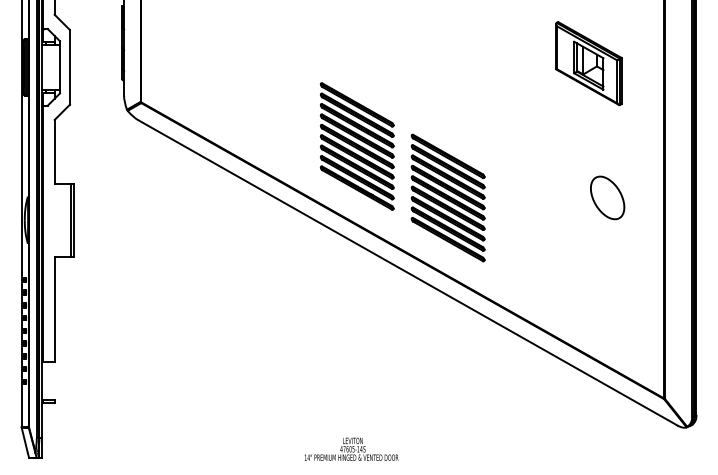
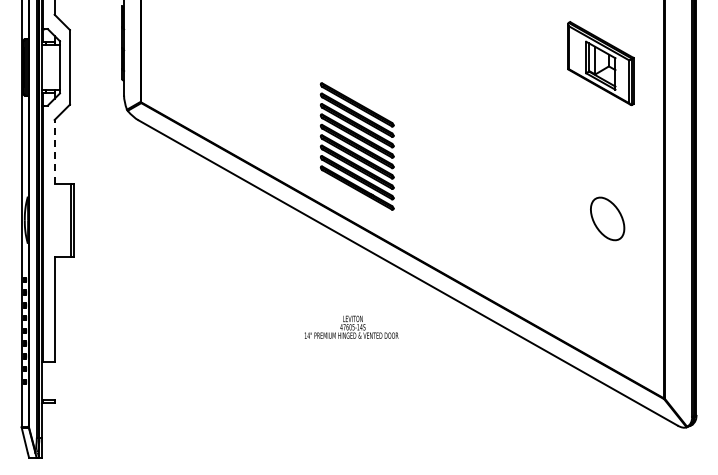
part at (588, 63) position: (588, 63) -> (600, 63)
line at (54, 151): solid -> dashed
part at (447, 197): present -> none
part at (607, 197) position: (607, 197) -> (607, 218)
text at (351, 448) position: (351, 448) -> (351, 326)
